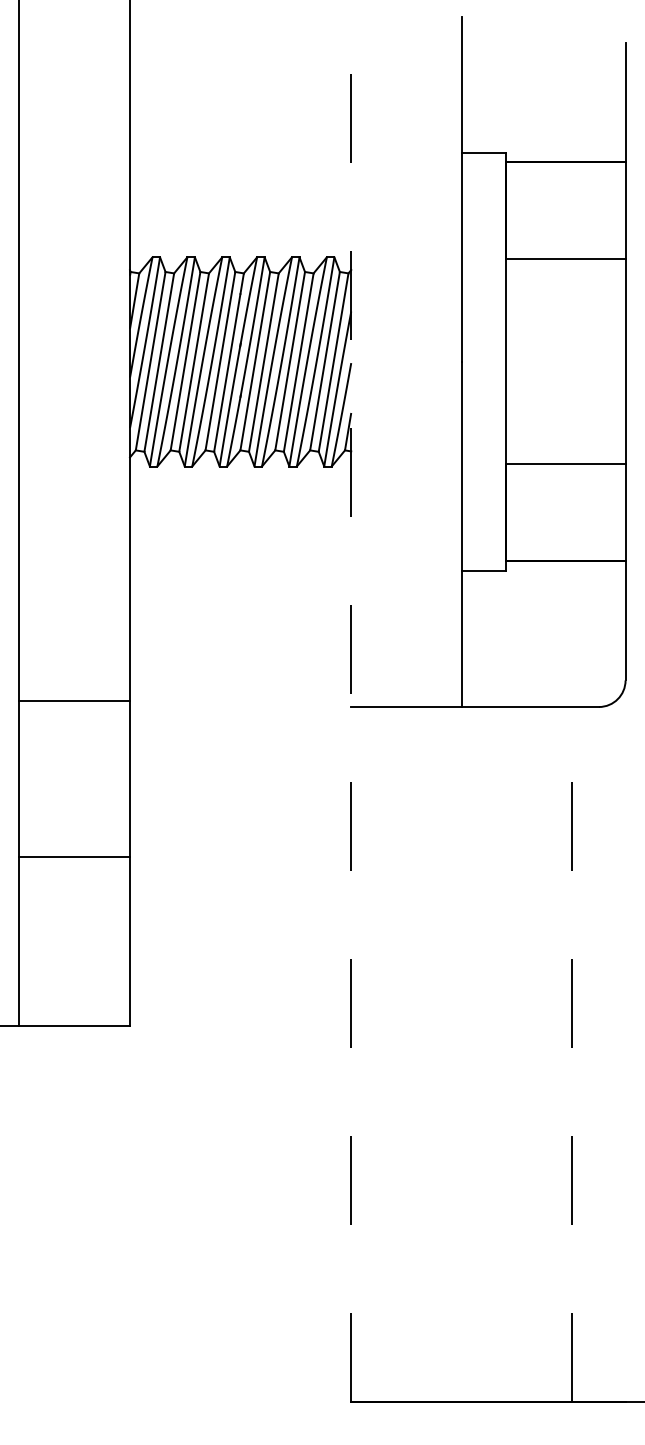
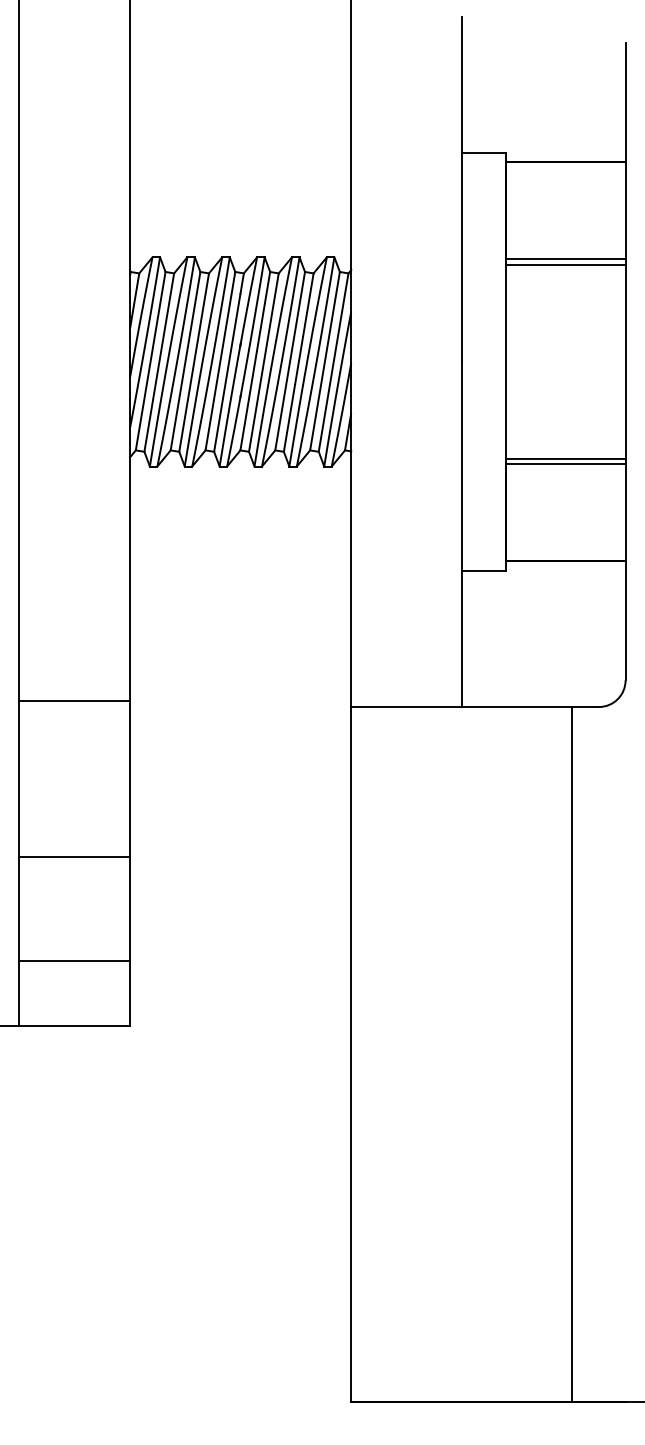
line at (565, 264): none -> present
line at (565, 458): none -> present
line at (351, 700): dashed -> solid
line at (74, 960): none -> present
line at (572, 1053): dashed -> solid
